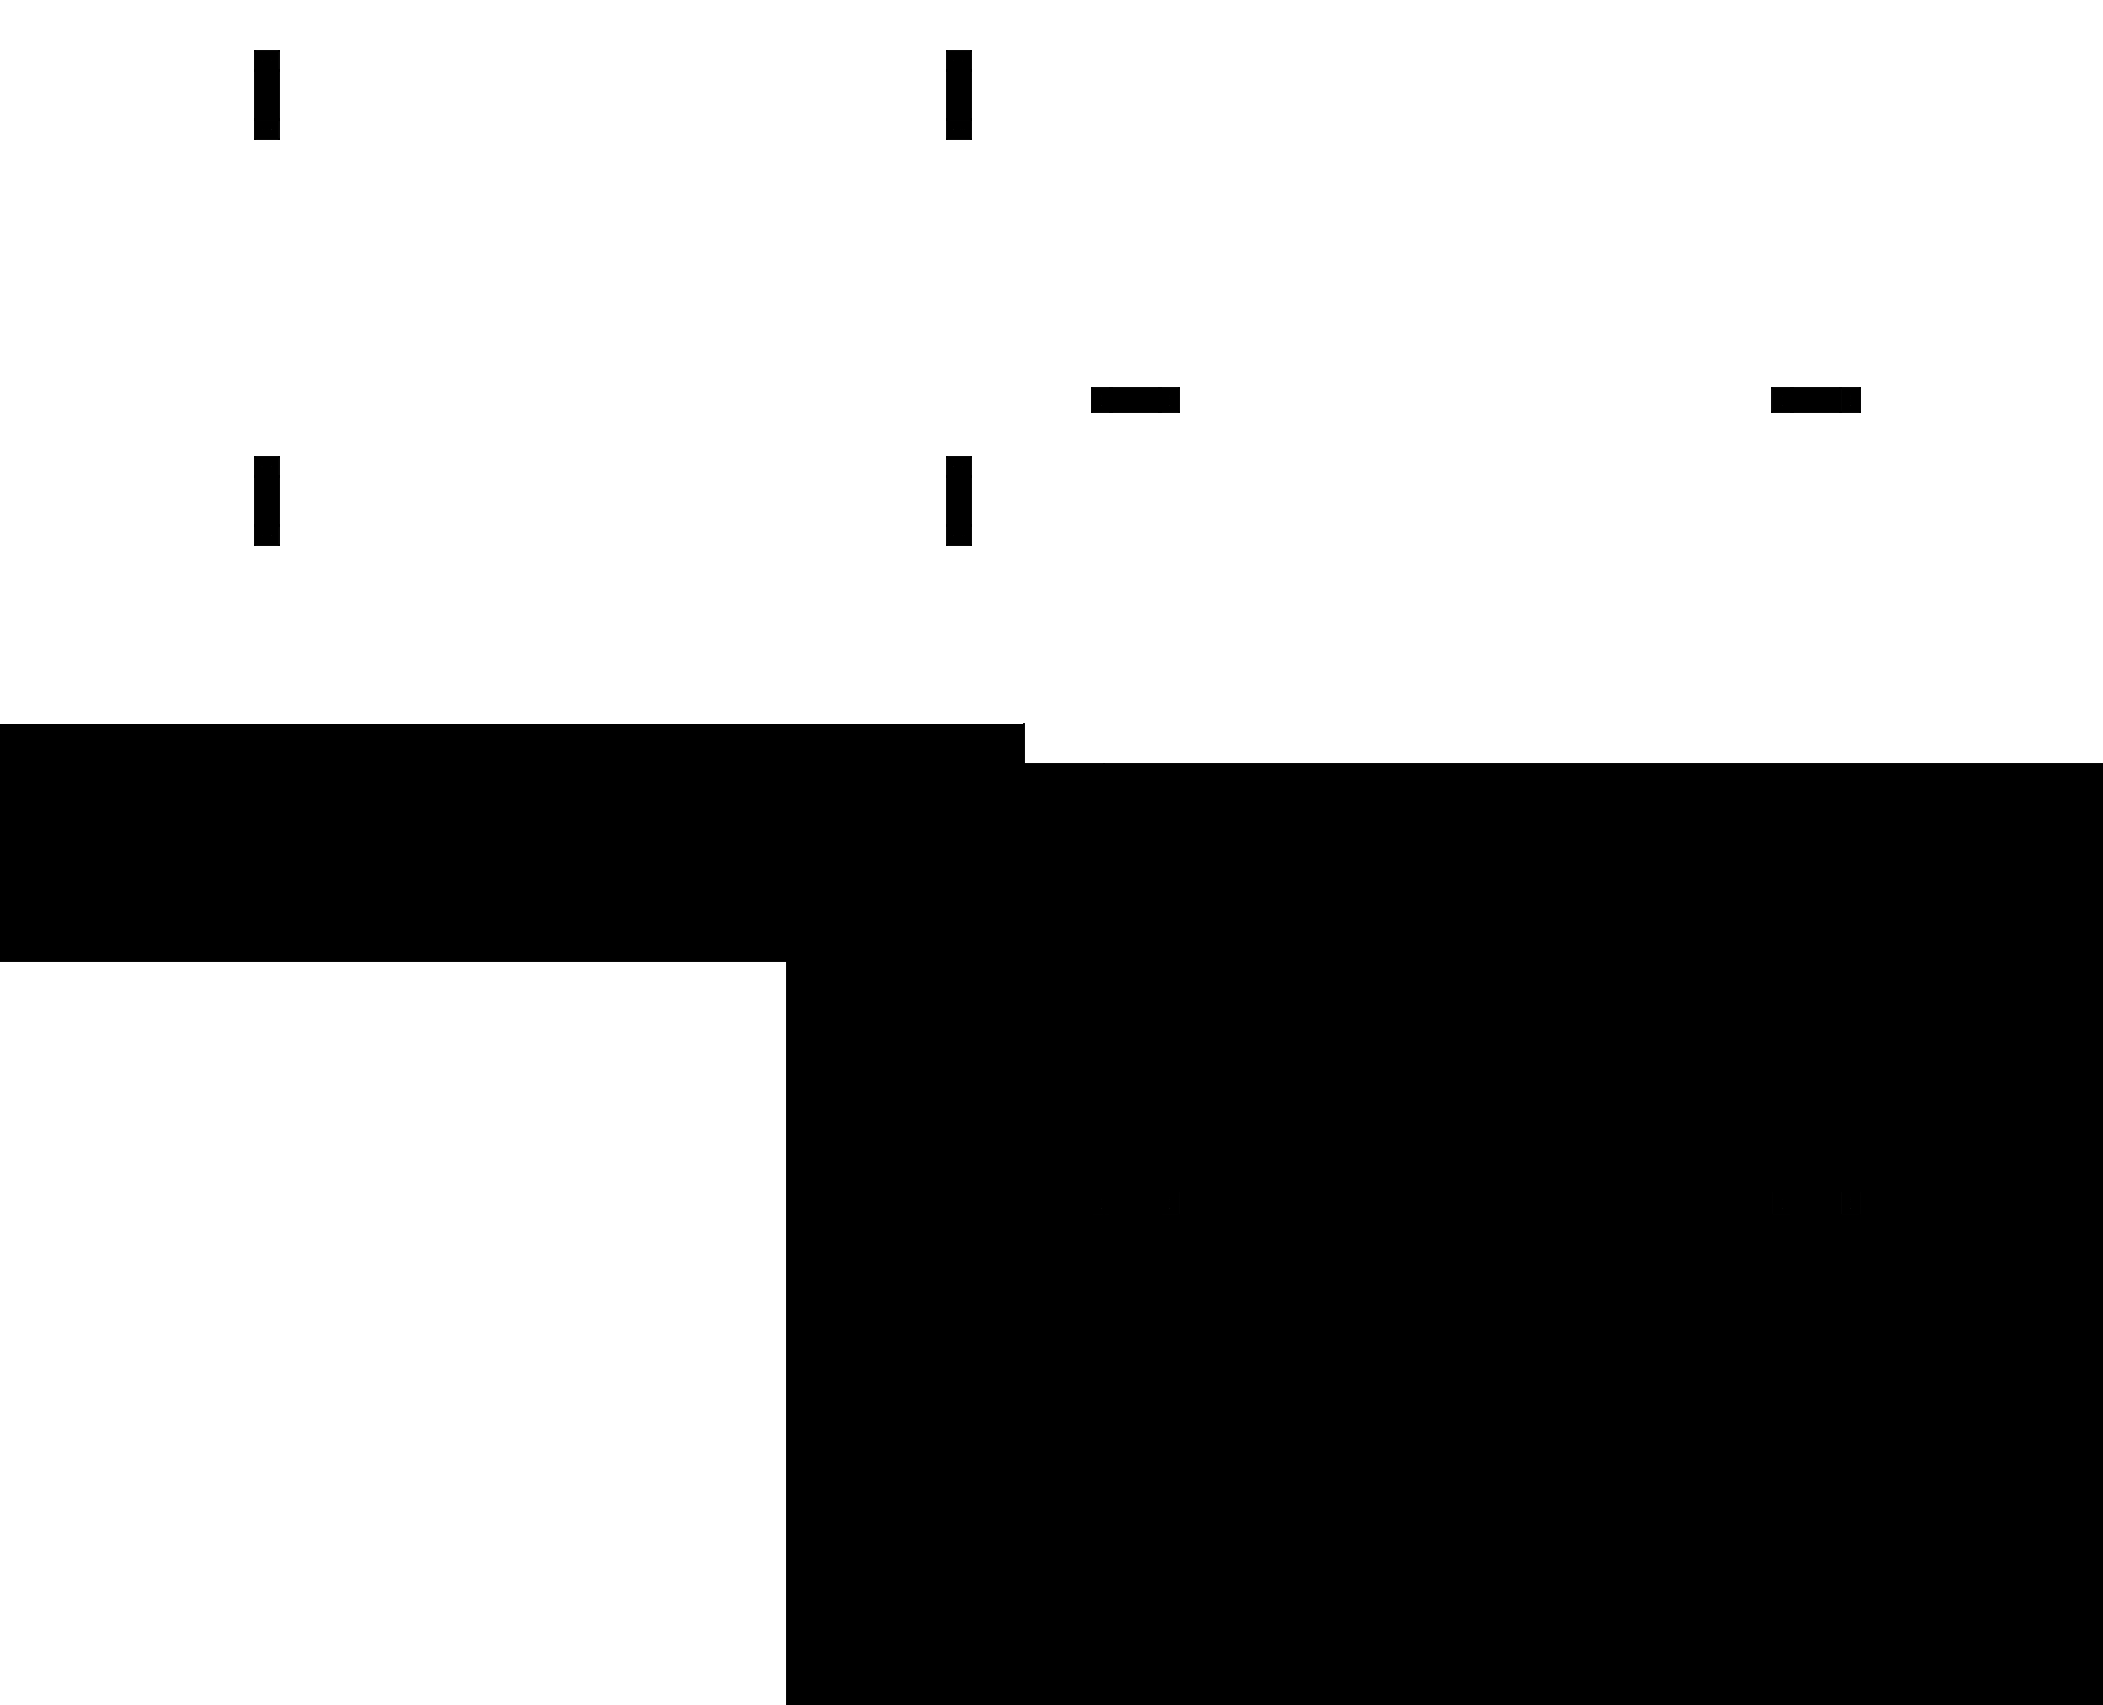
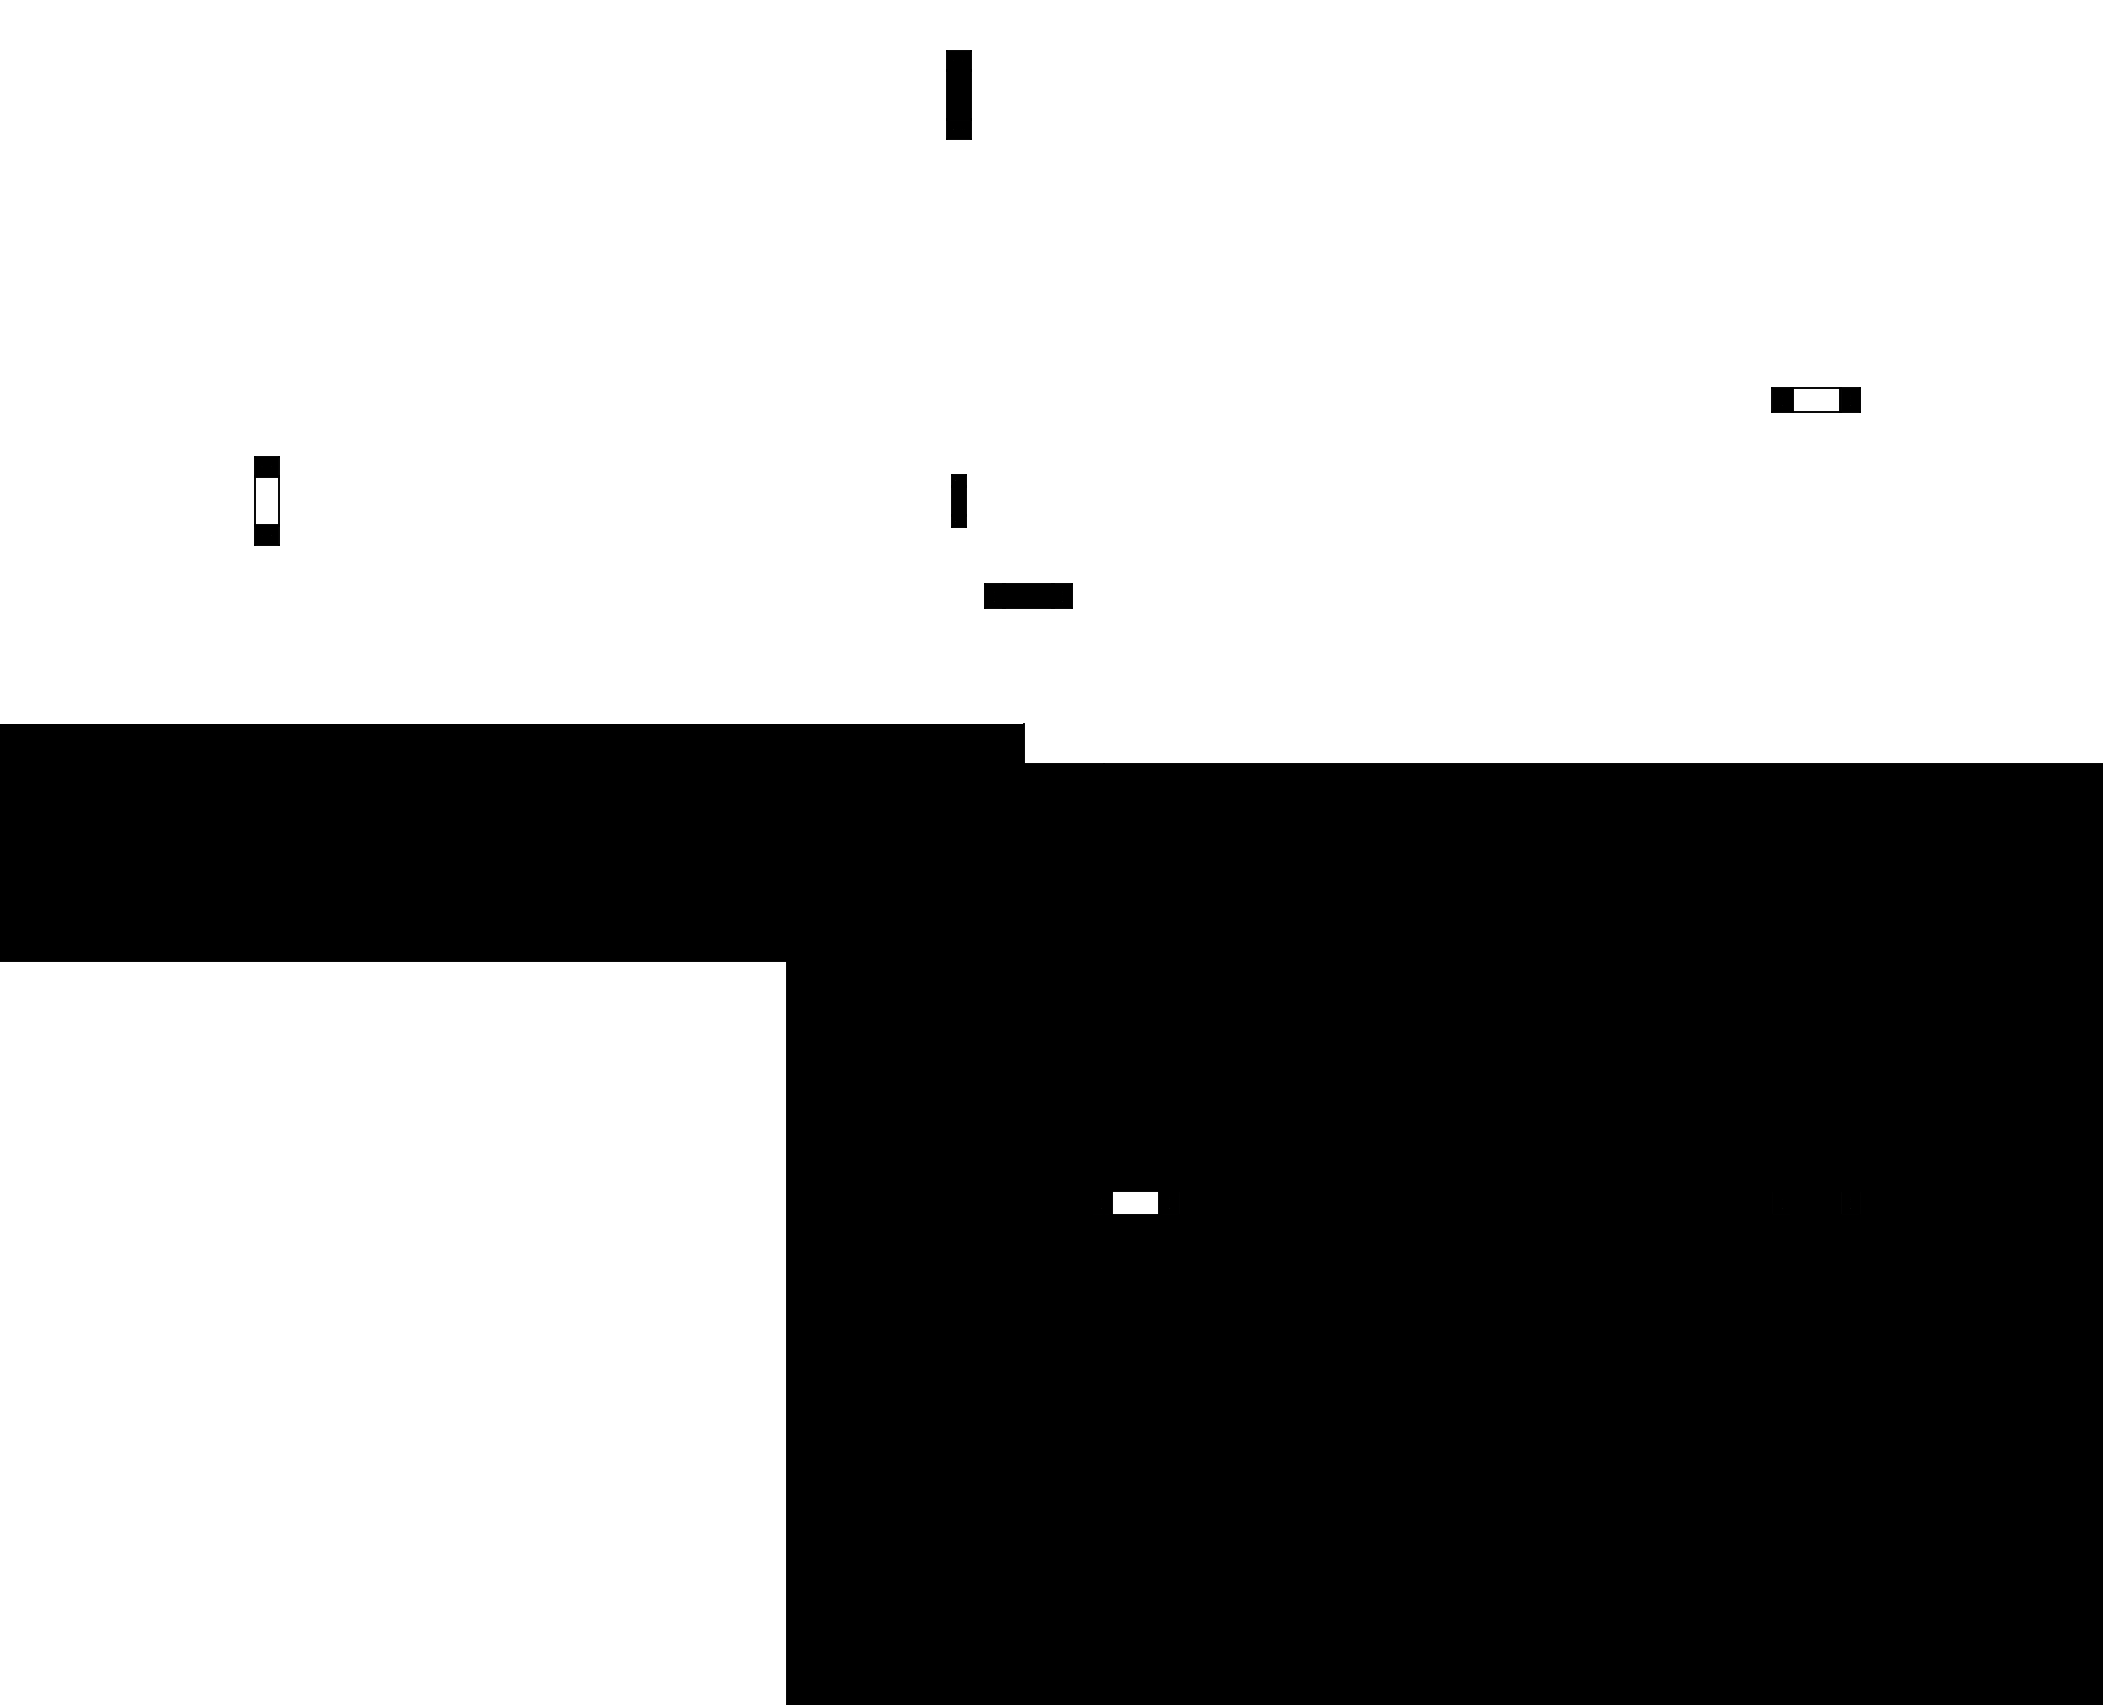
part at (266, 94): present -> none
part at (1135, 399) position: (1135, 399) -> (1028, 595)
fill at (1816, 399): present -> none
fill at (266, 500): present -> none
part at (958, 500) size: 26x90 px -> 16x54 px
fill at (1135, 1202): present -> none
